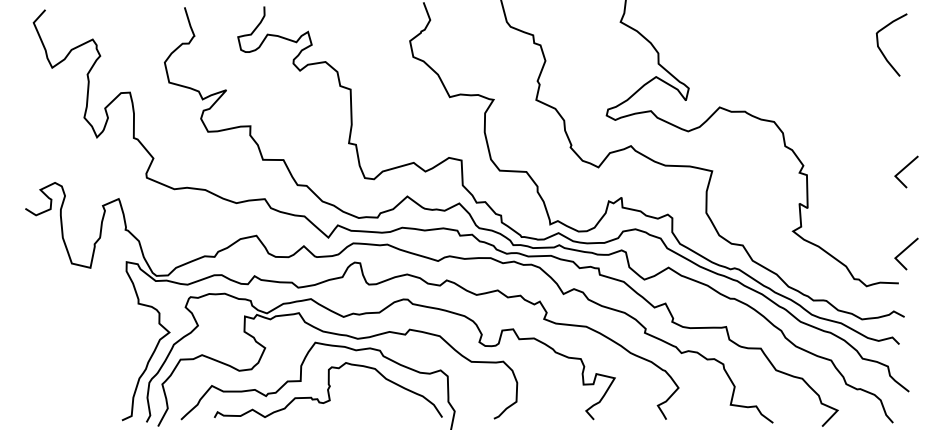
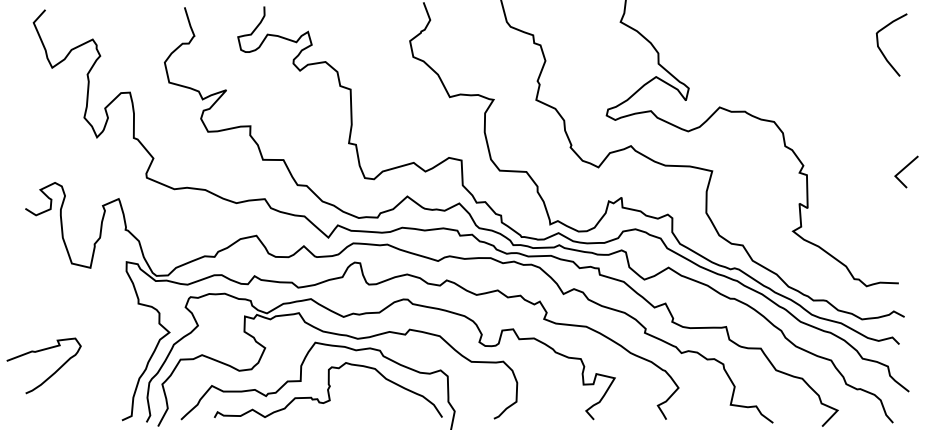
line at (904, 251): present -> none
curve at (52, 373): none -> present
